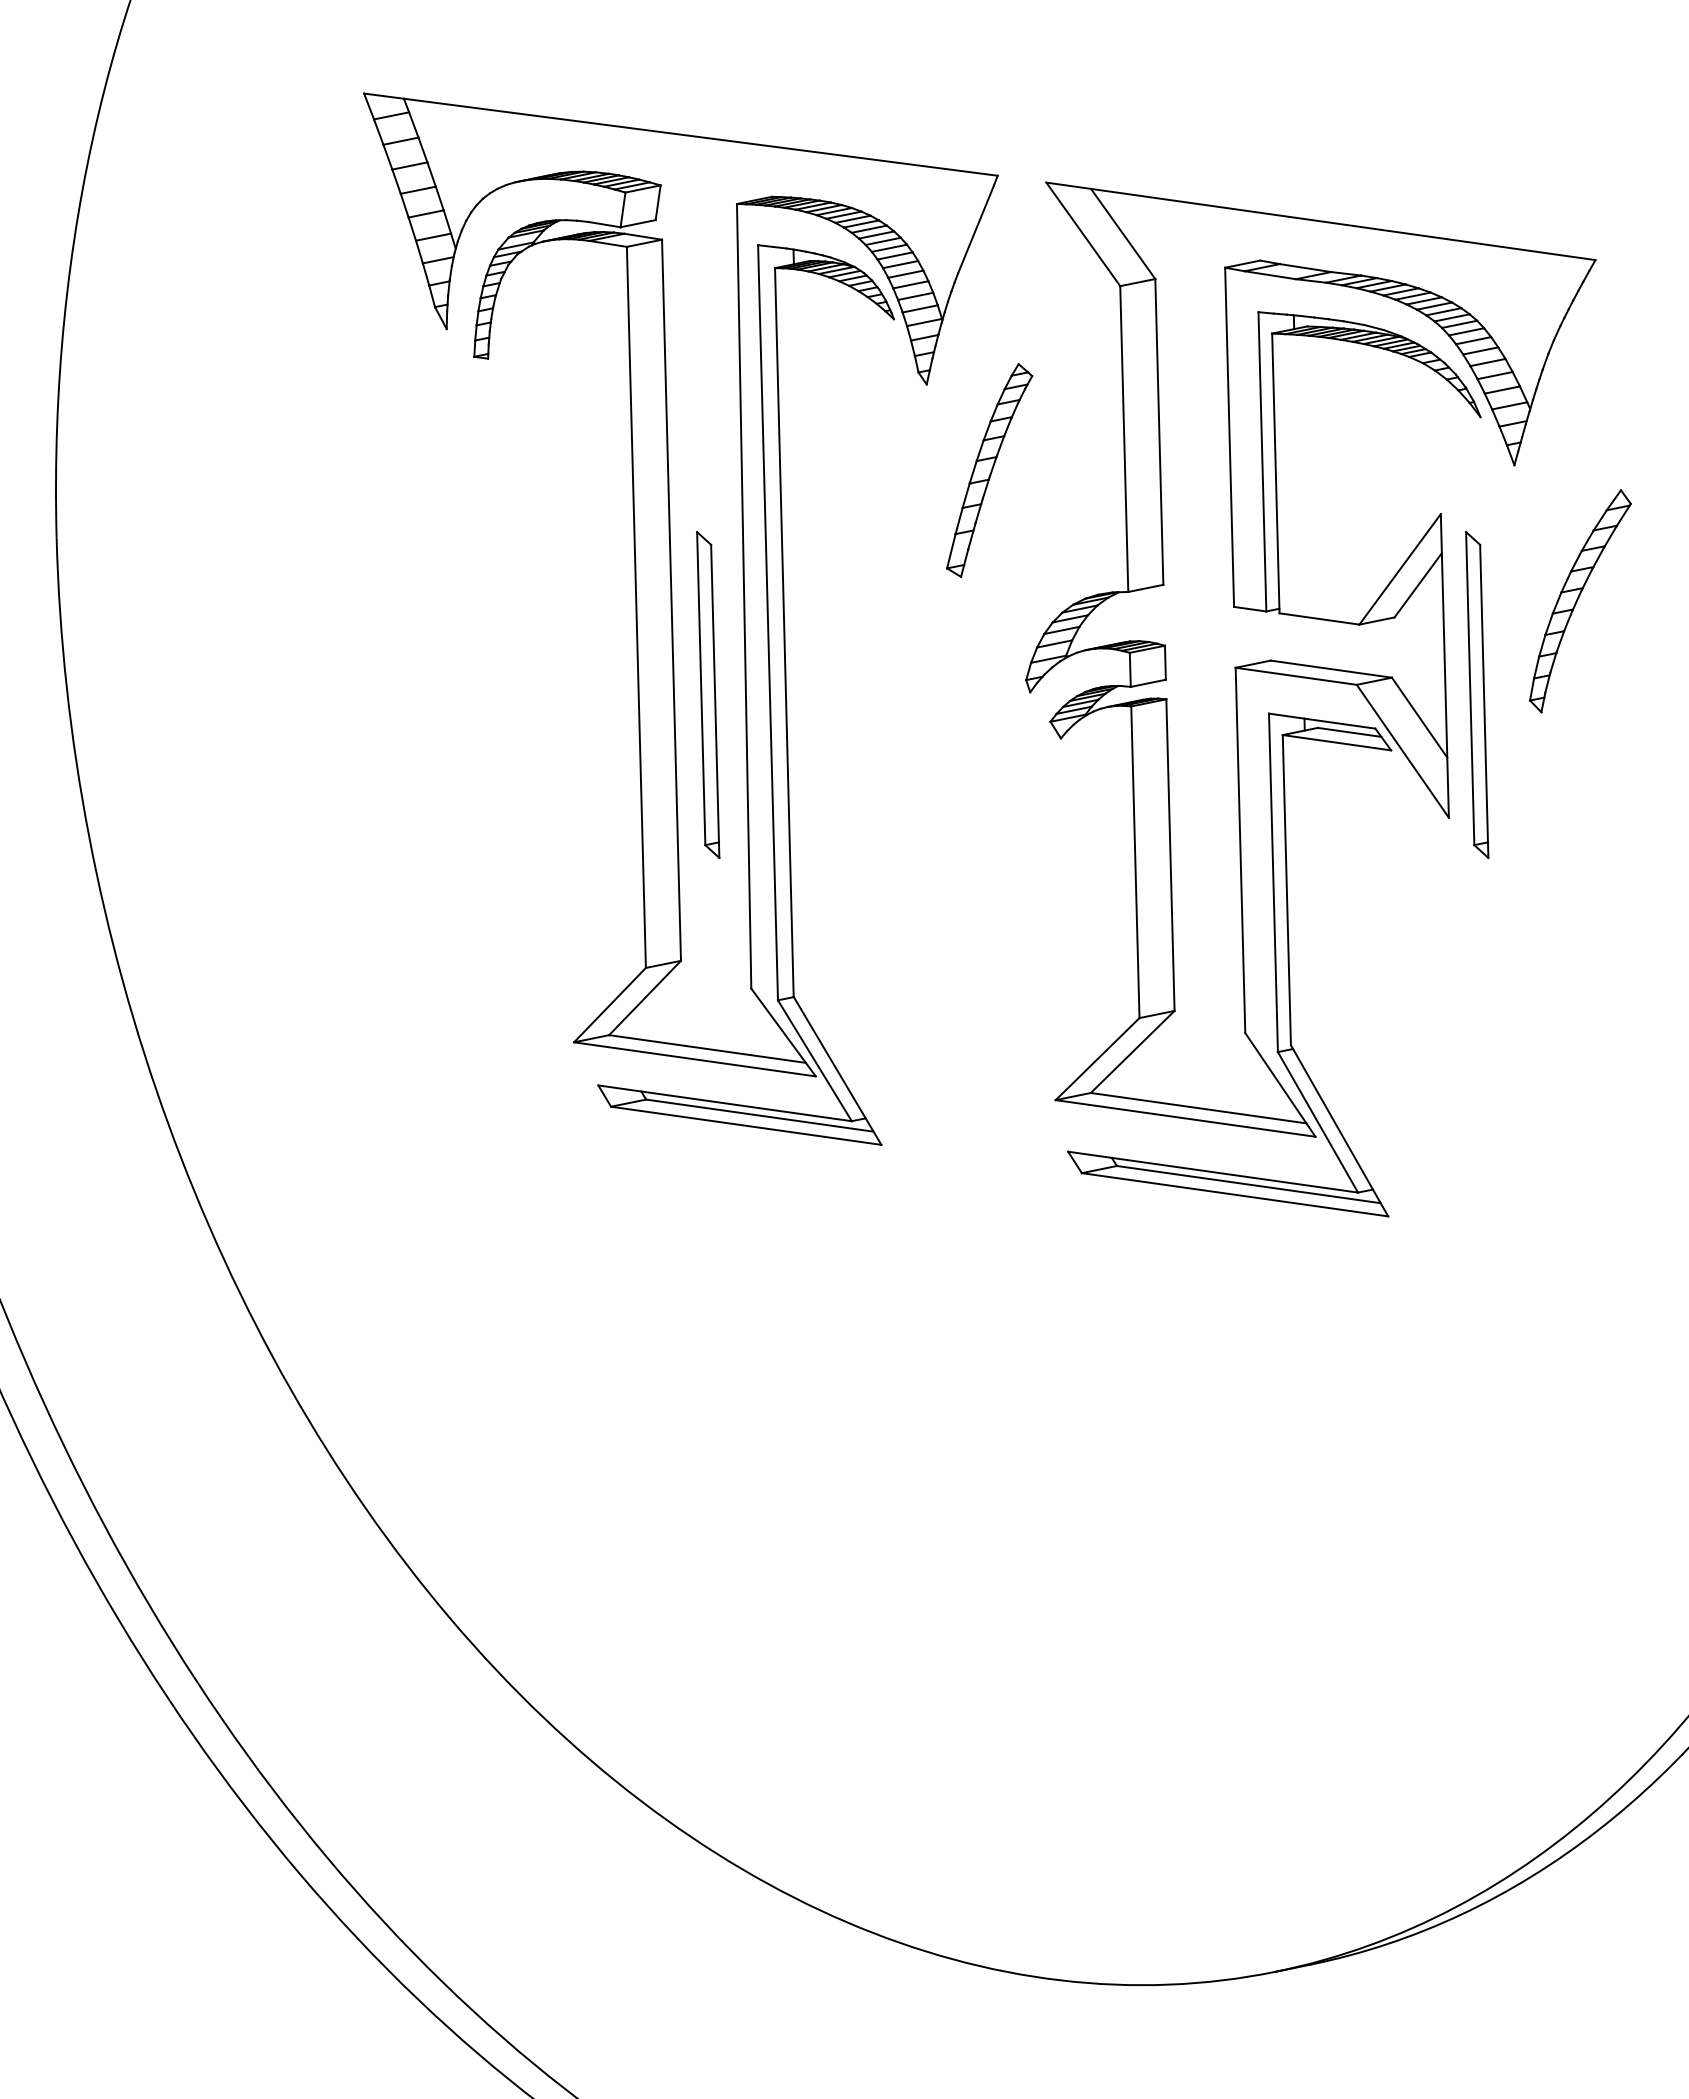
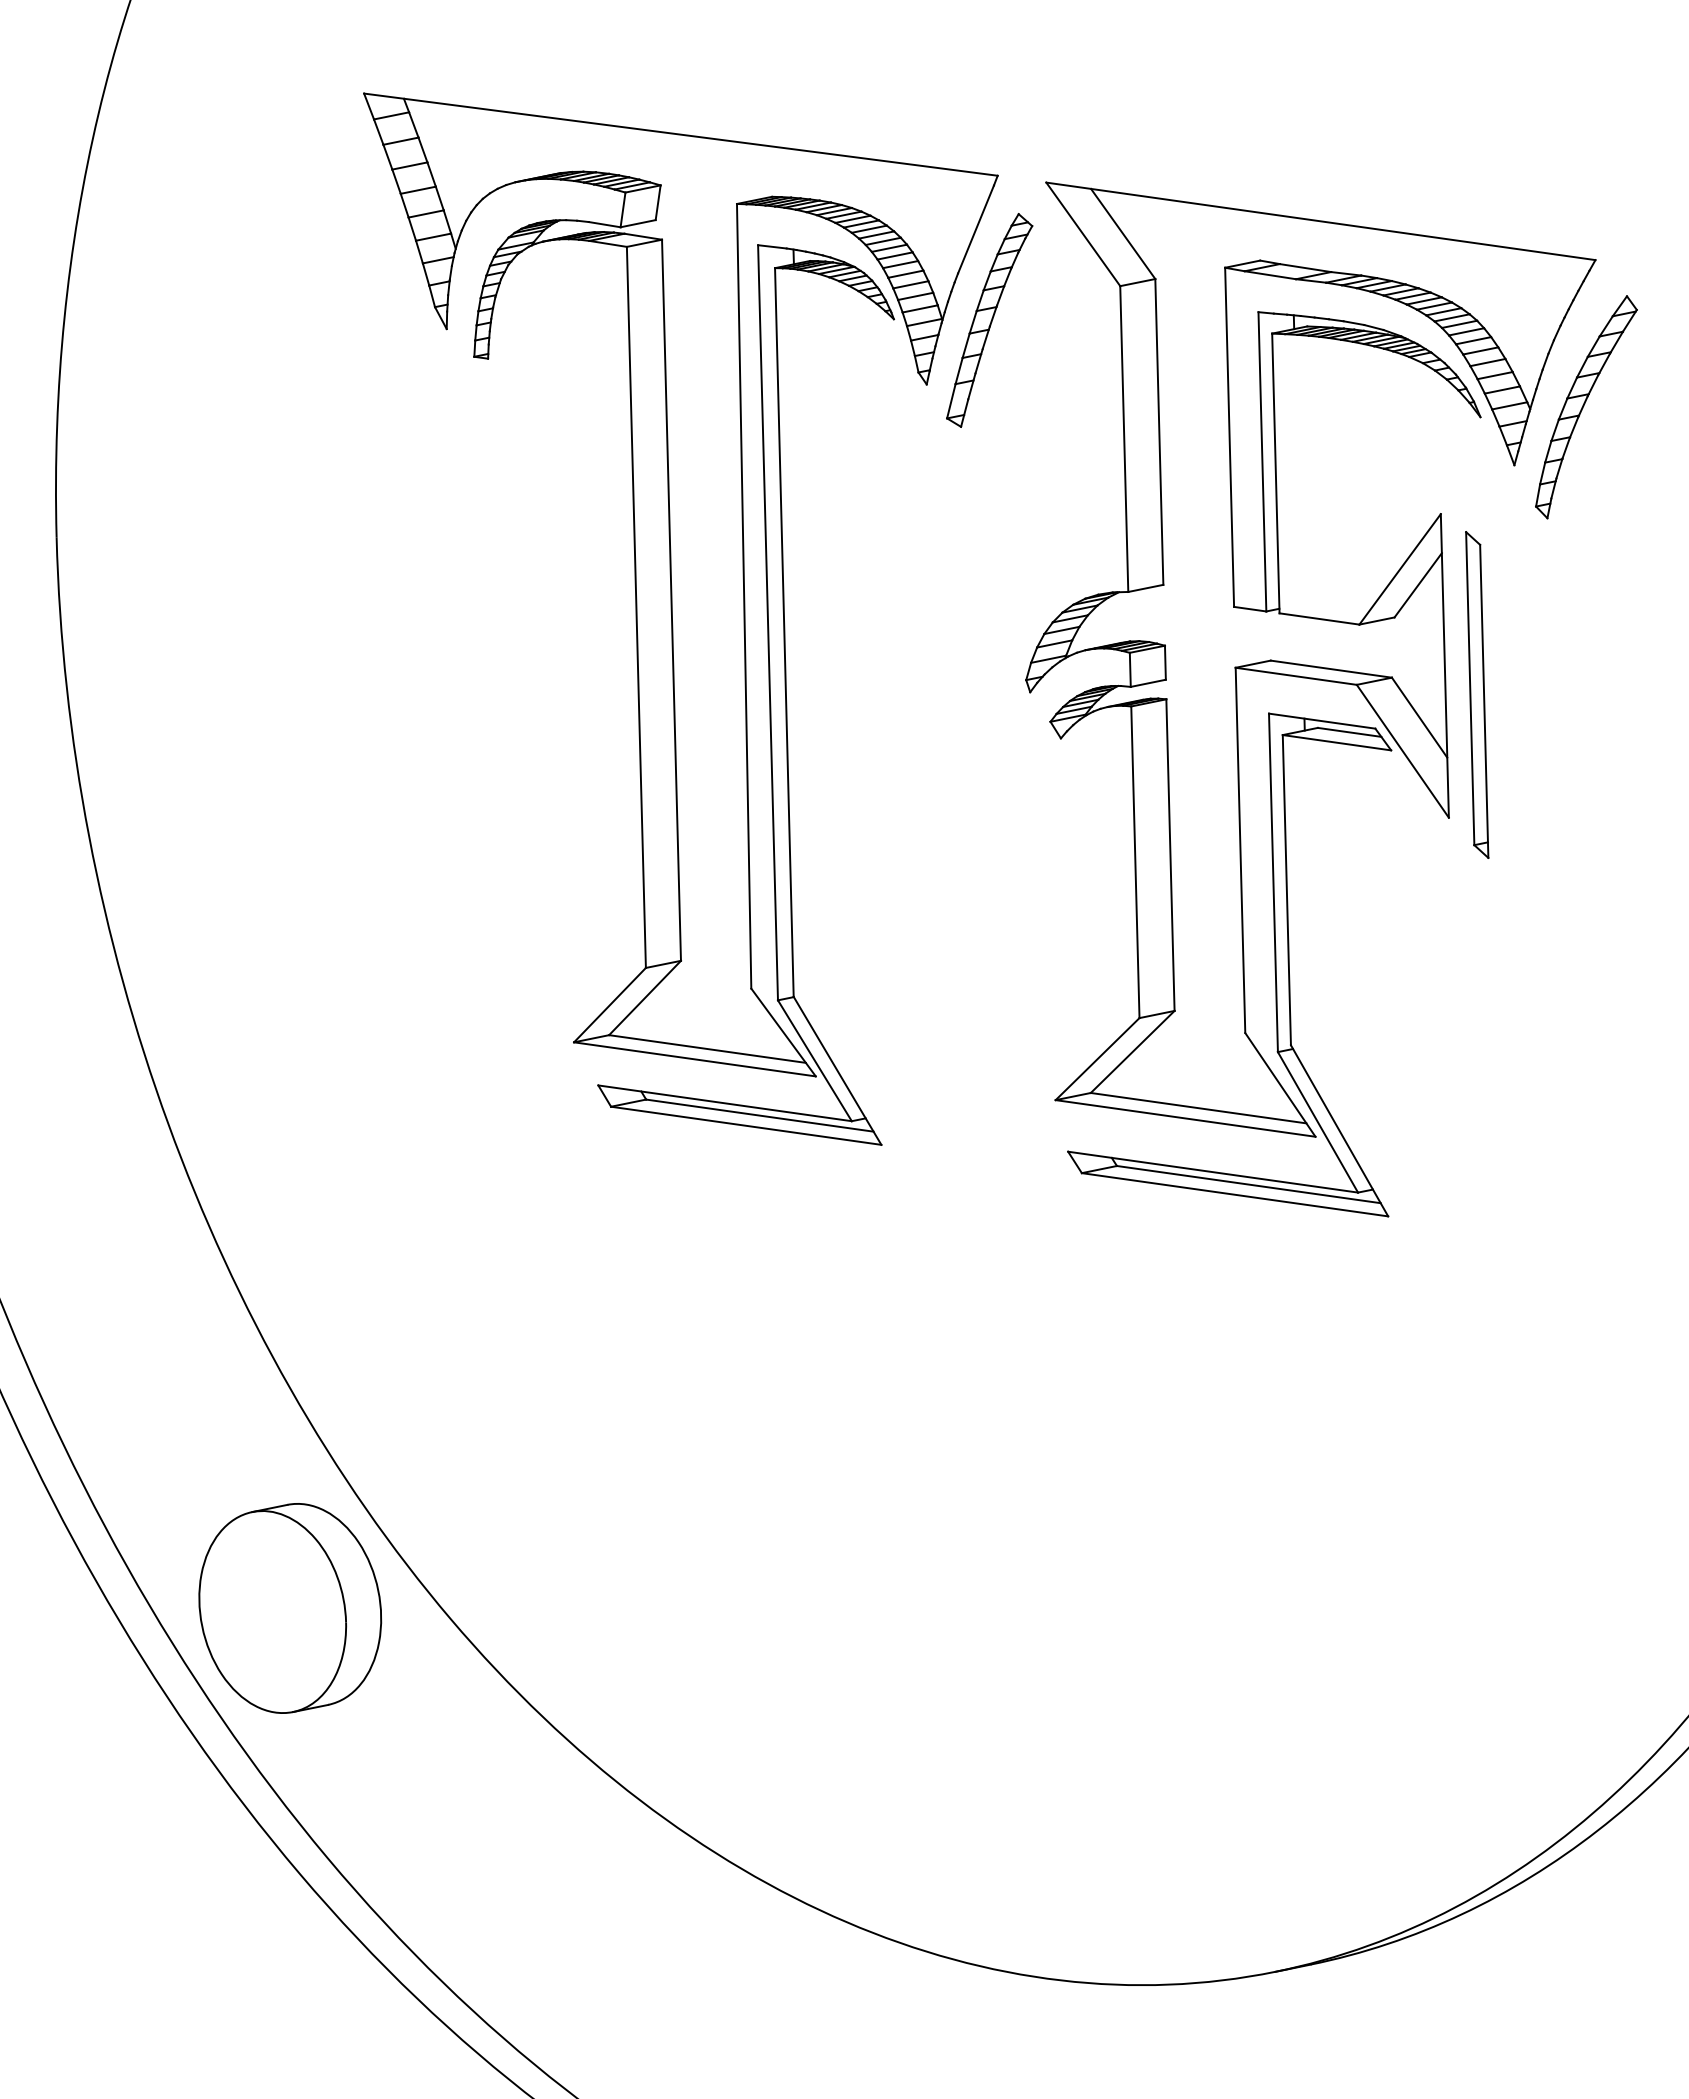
part at (989, 470) position: (989, 470) -> (989, 320)
part at (1580, 601) position: (1580, 601) -> (1586, 407)
part at (708, 694): present -> none
part at (290, 1608): none -> present
